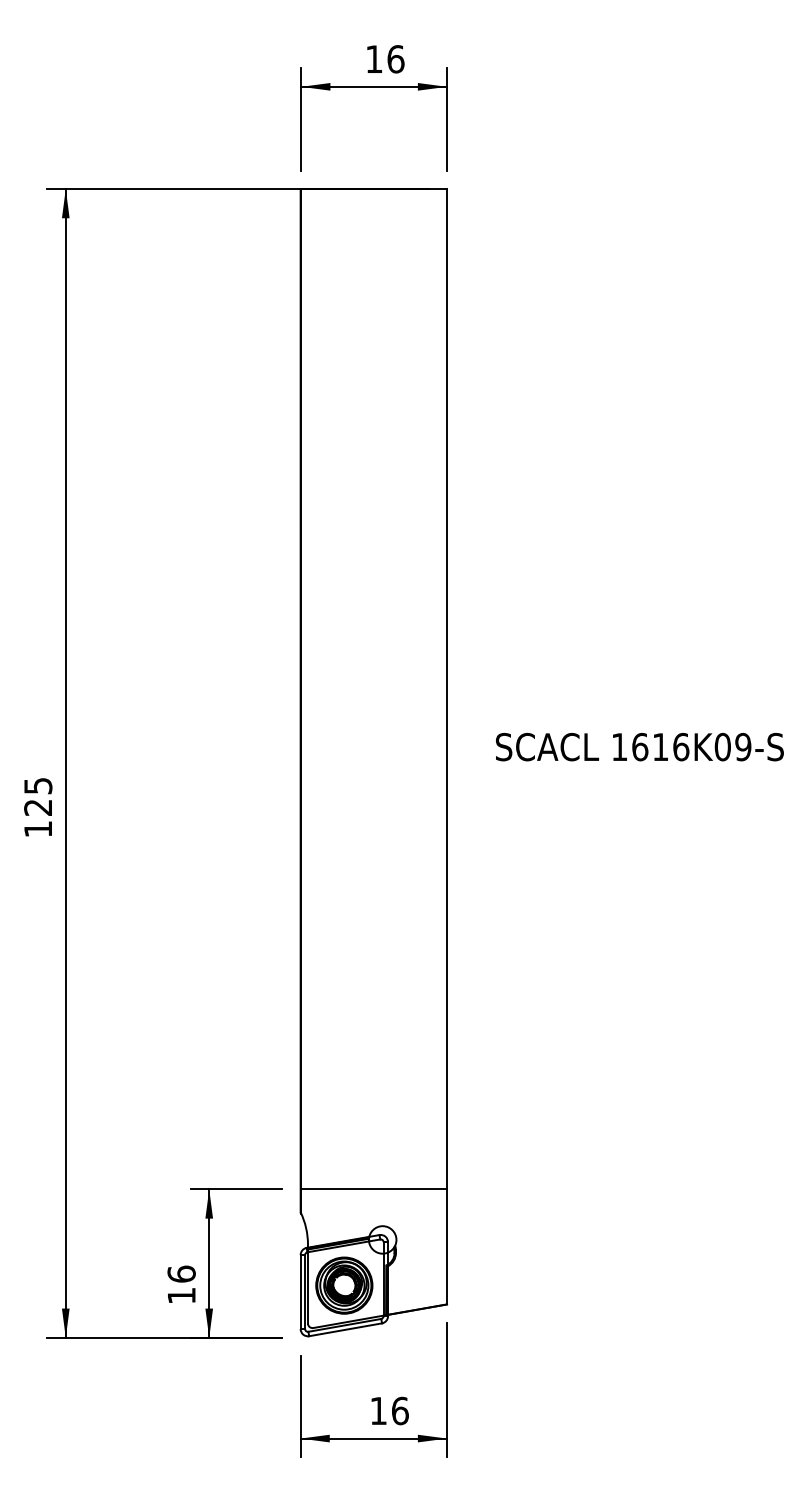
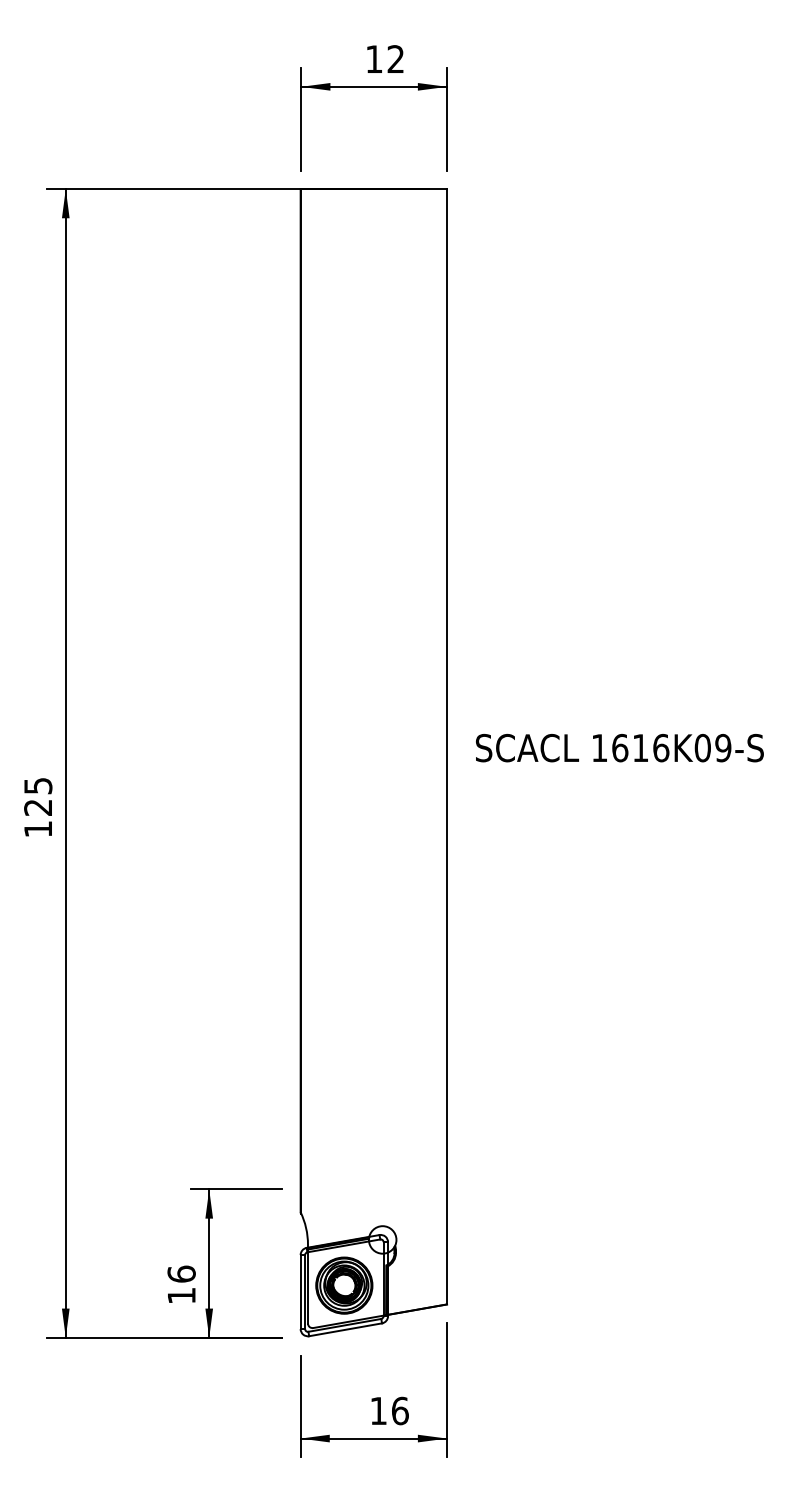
text at (395, 59): 16 -> 12
text at (639, 747) position: (639, 747) -> (619, 748)
line at (373, 1189): present -> none
